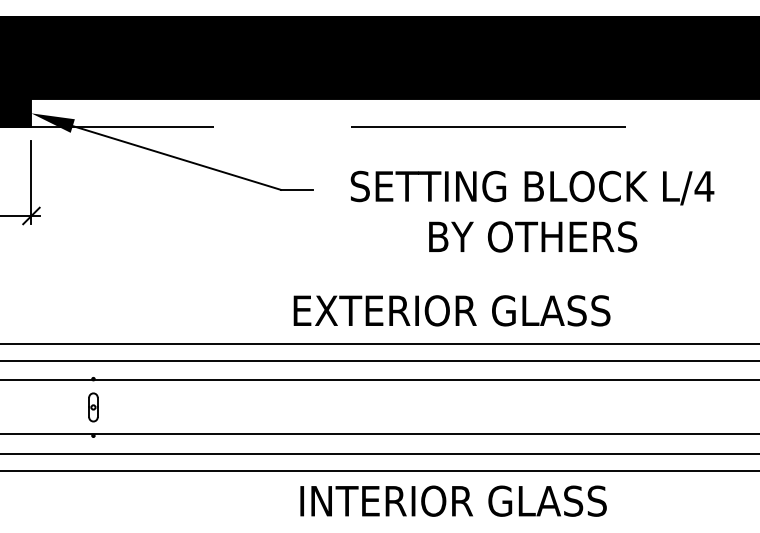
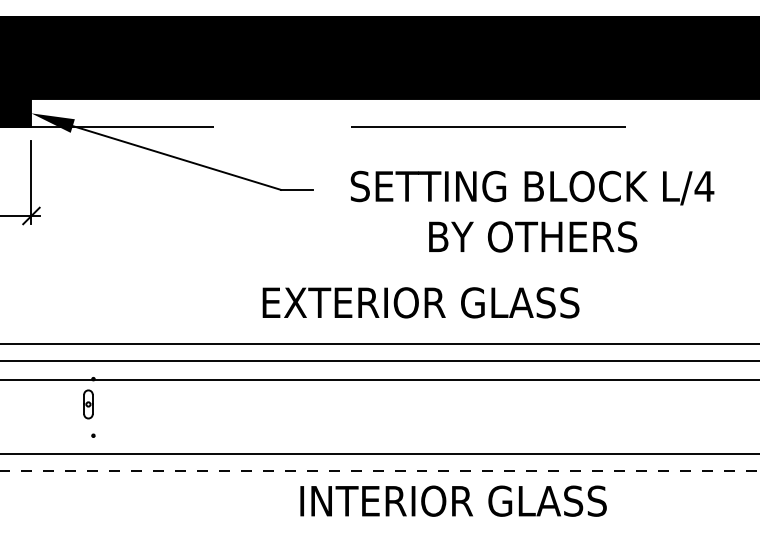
text at (451, 310) position: (451, 310) -> (420, 302)
part at (93, 407) position: (93, 407) -> (88, 404)
line at (379, 434): present -> none
line at (380, 471): solid -> dashed
